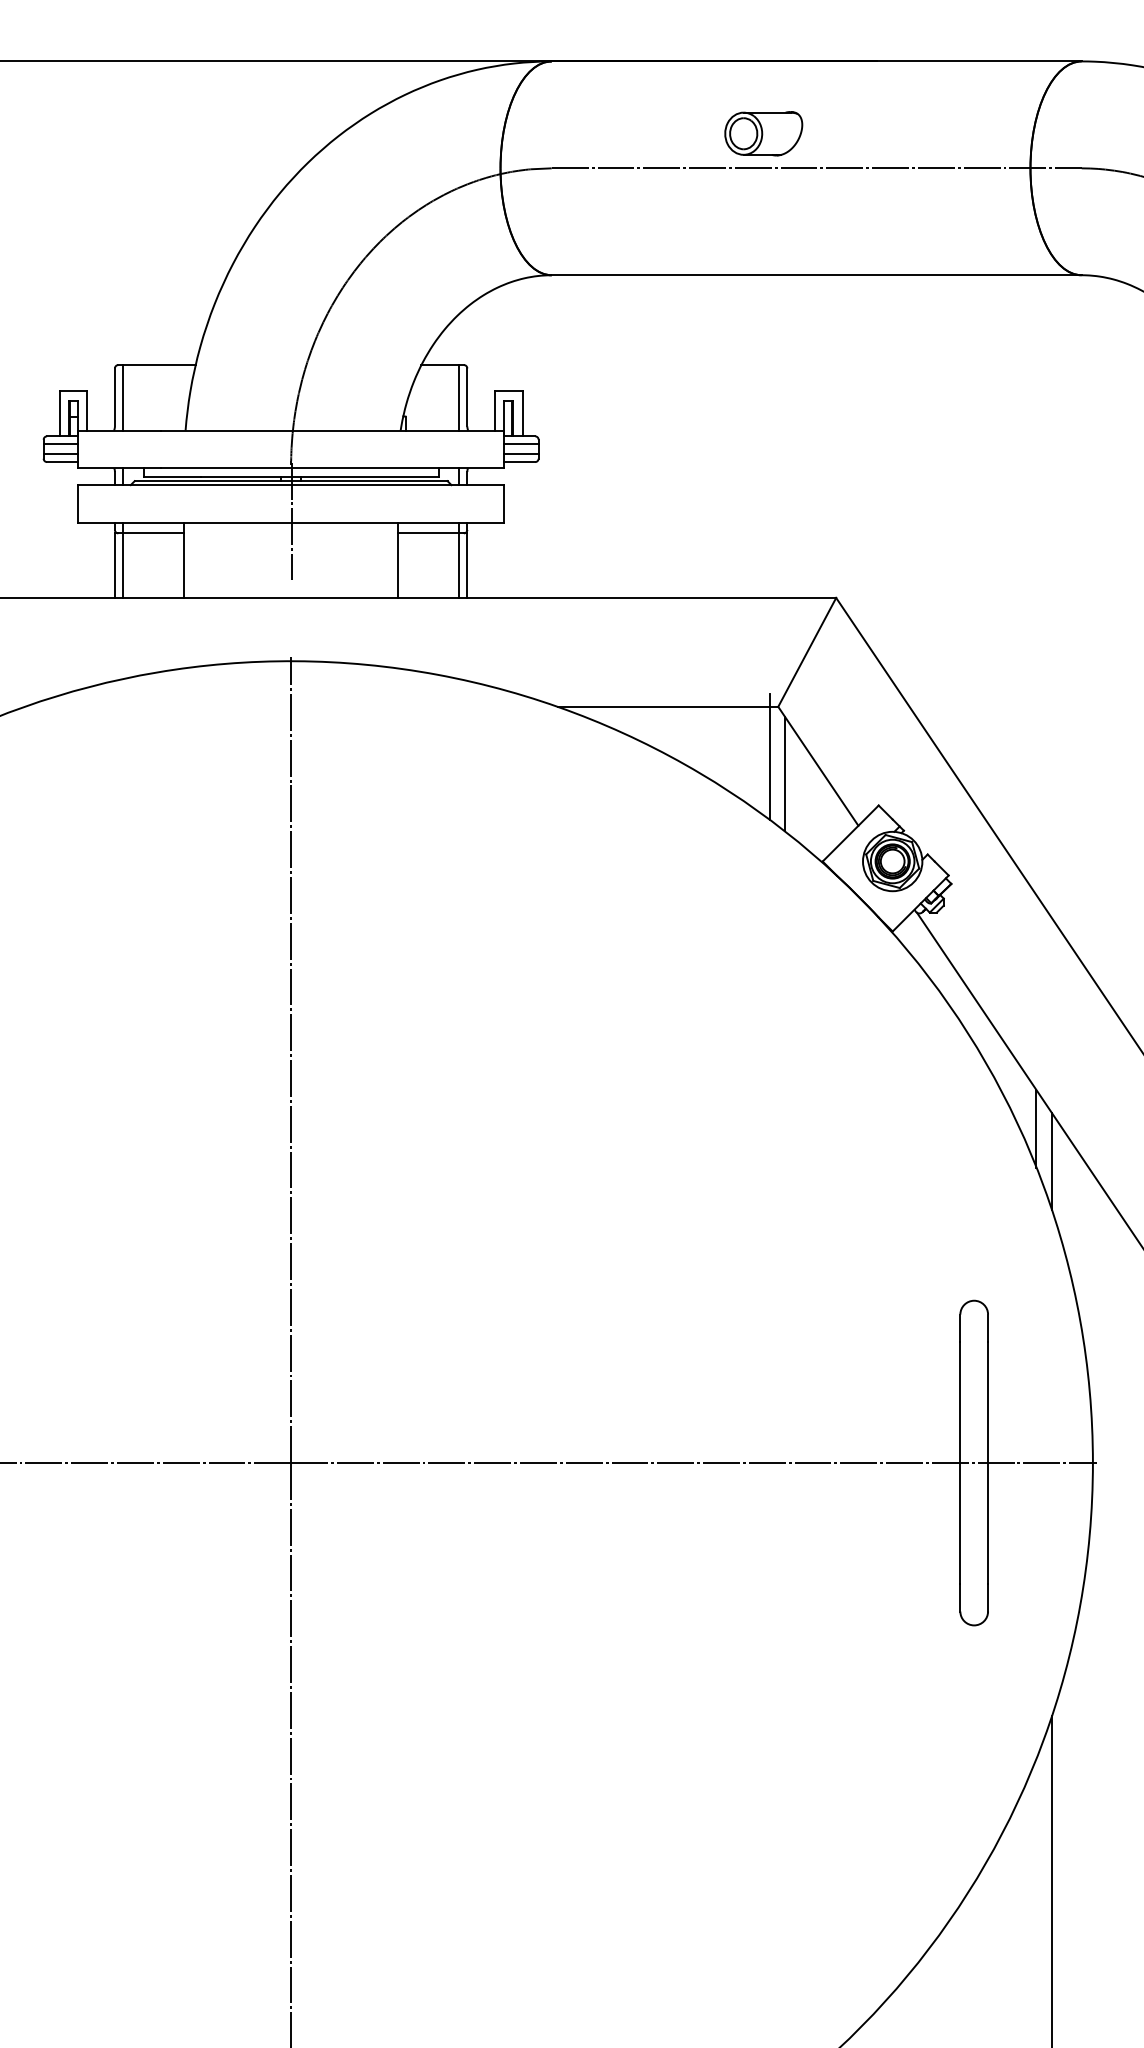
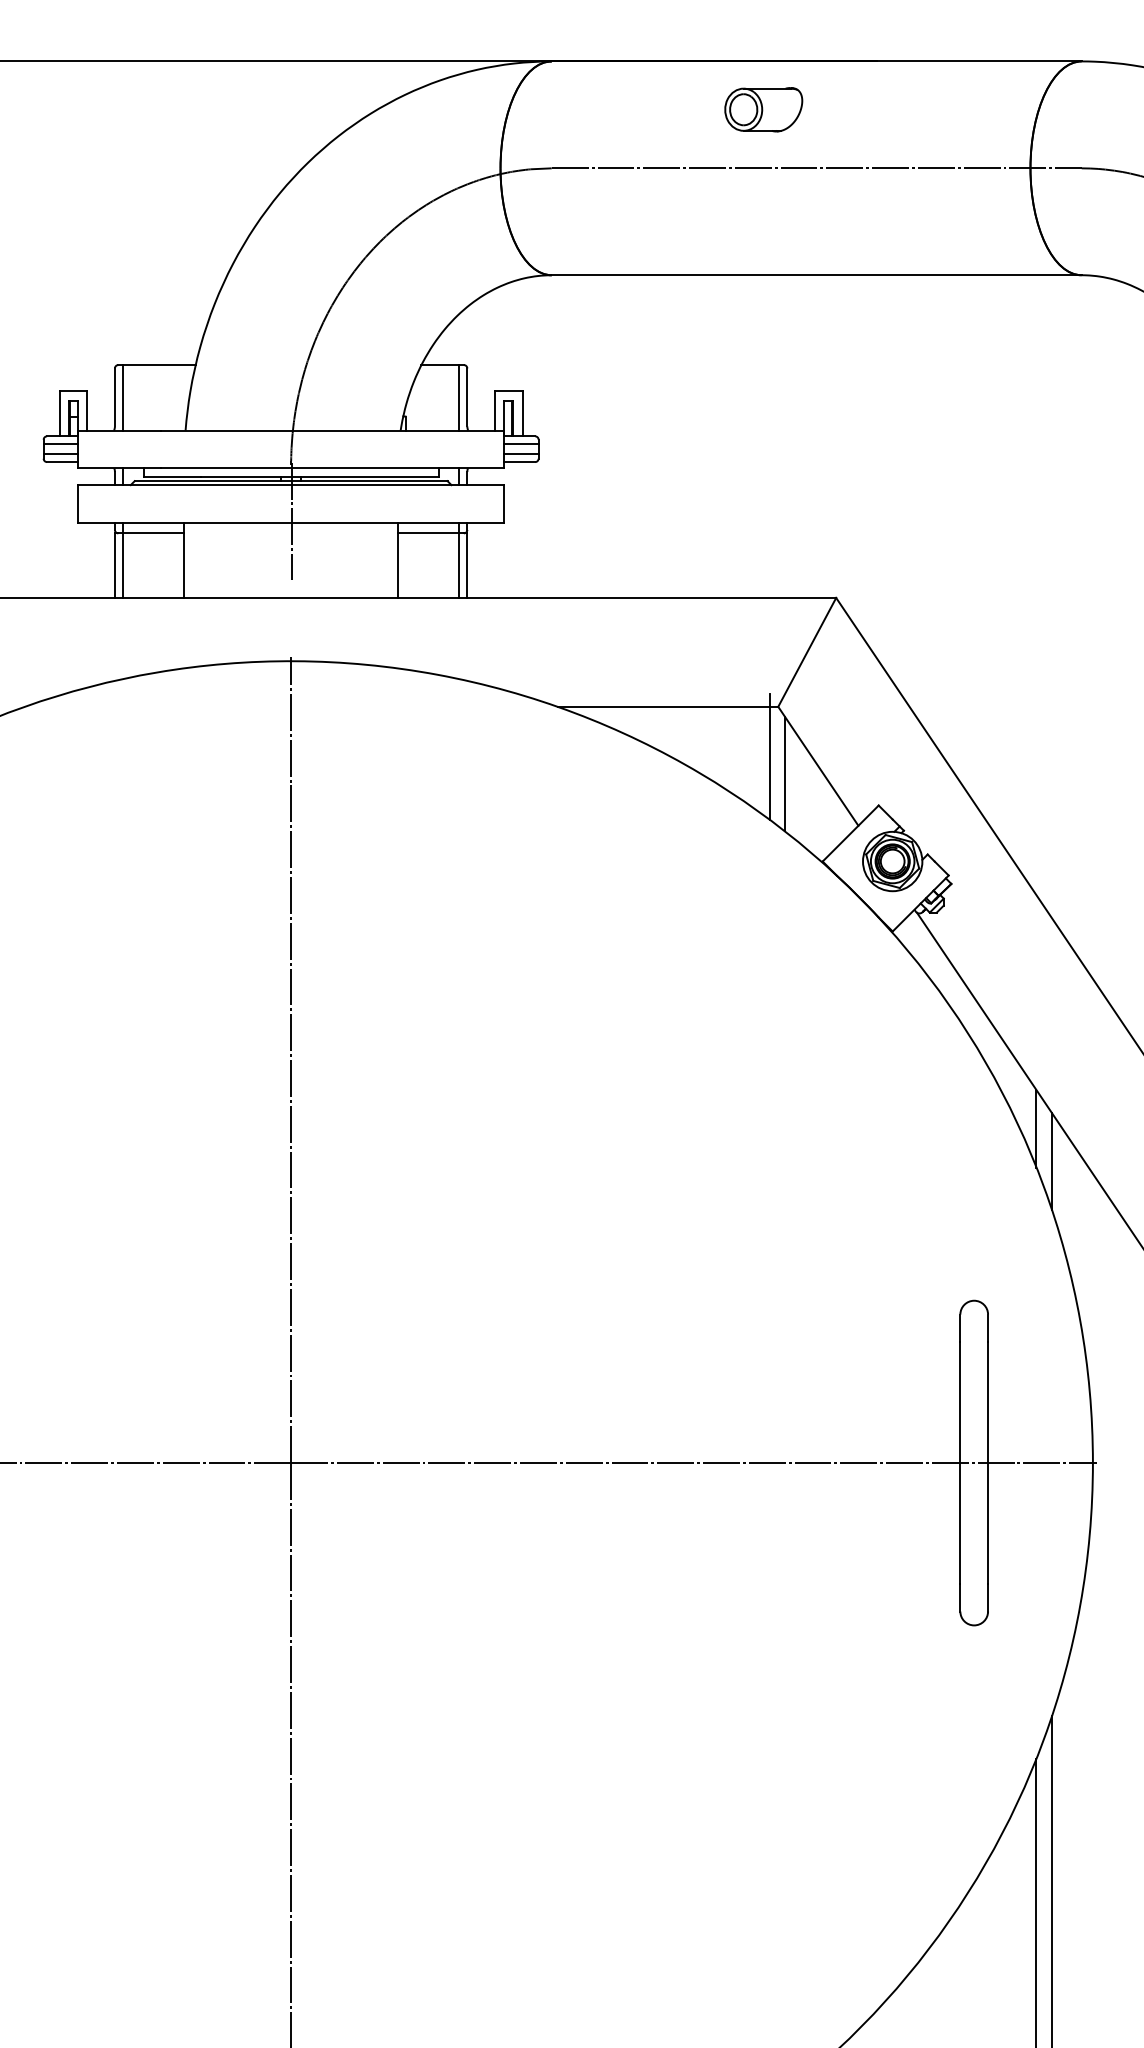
part at (763, 133) position: (763, 133) -> (763, 109)
line at (1036, 1901): none -> present
